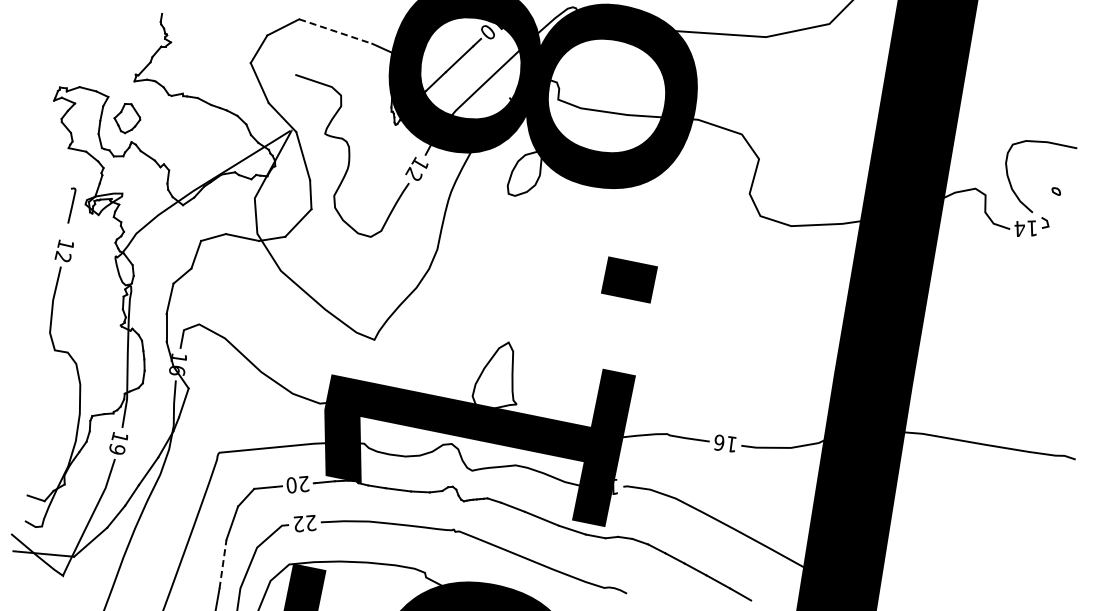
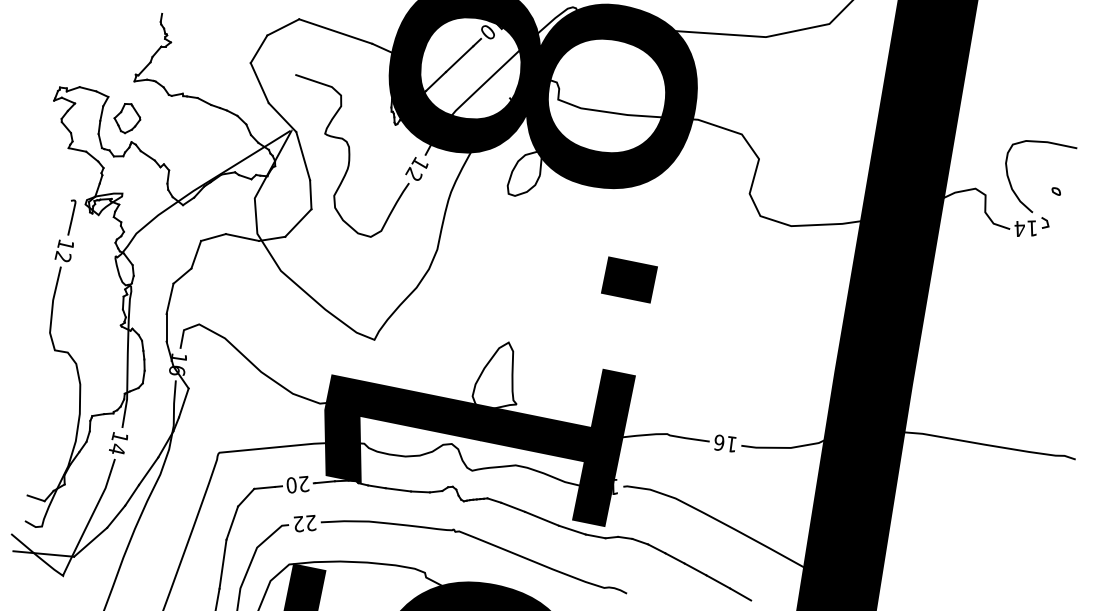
line at (335, 31): dashed -> solid
curve at (71, 205) position: (71, 205) -> (71, 217)
text at (117, 448): 19 -> 14
line at (223, 564): dashed -> solid
